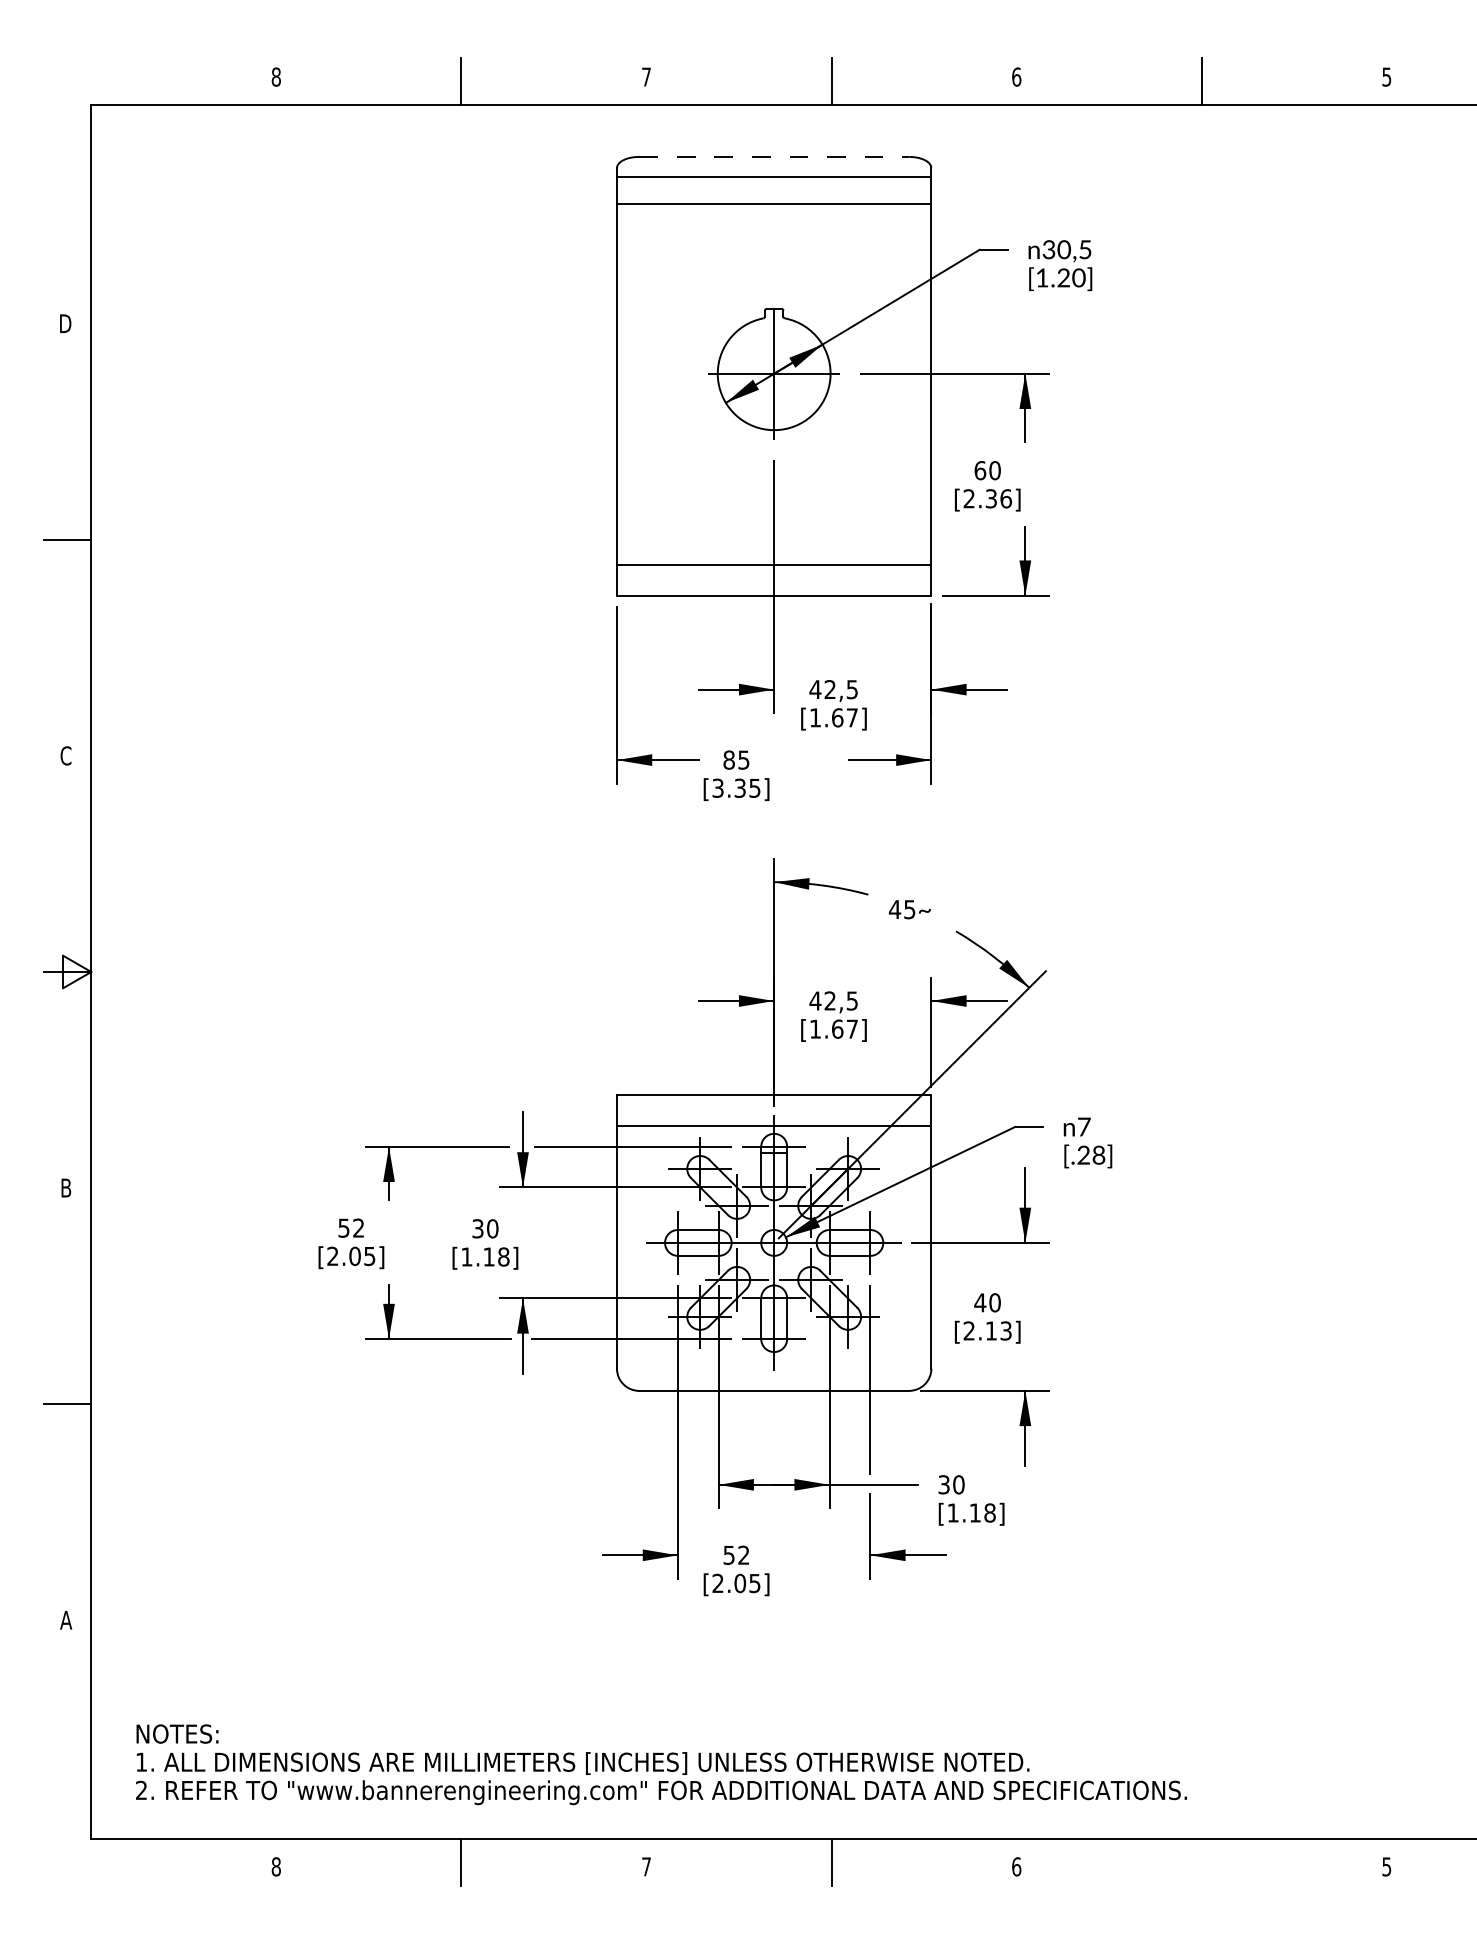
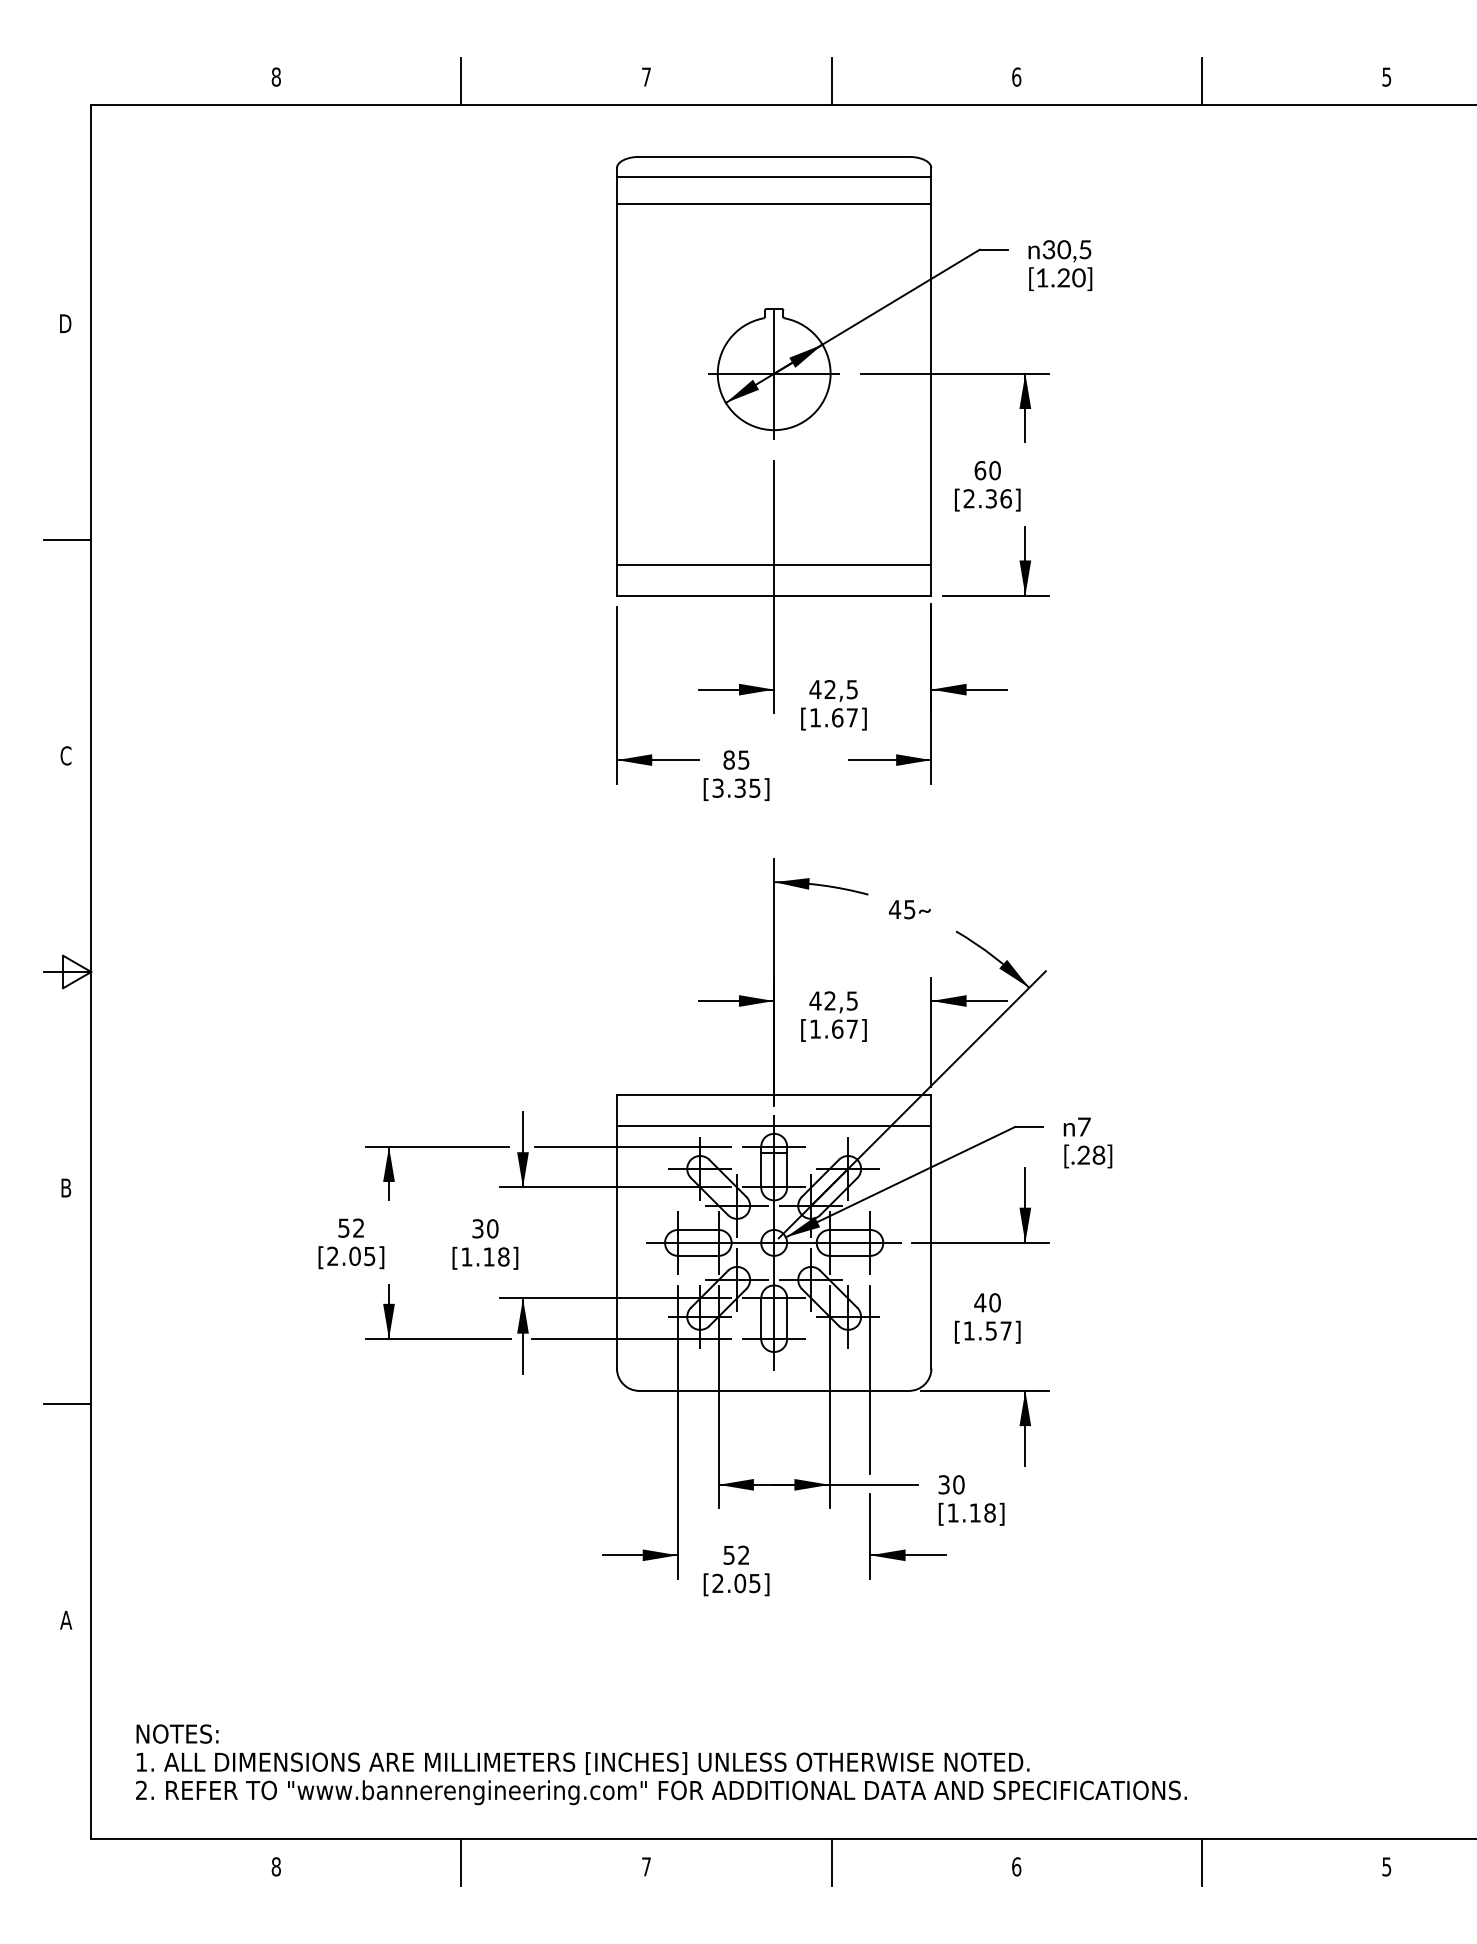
line at (774, 156): dashed -> solid
text at (987, 1330): [2.13] -> [1.57]
line at (1201, 1861): none -> present
